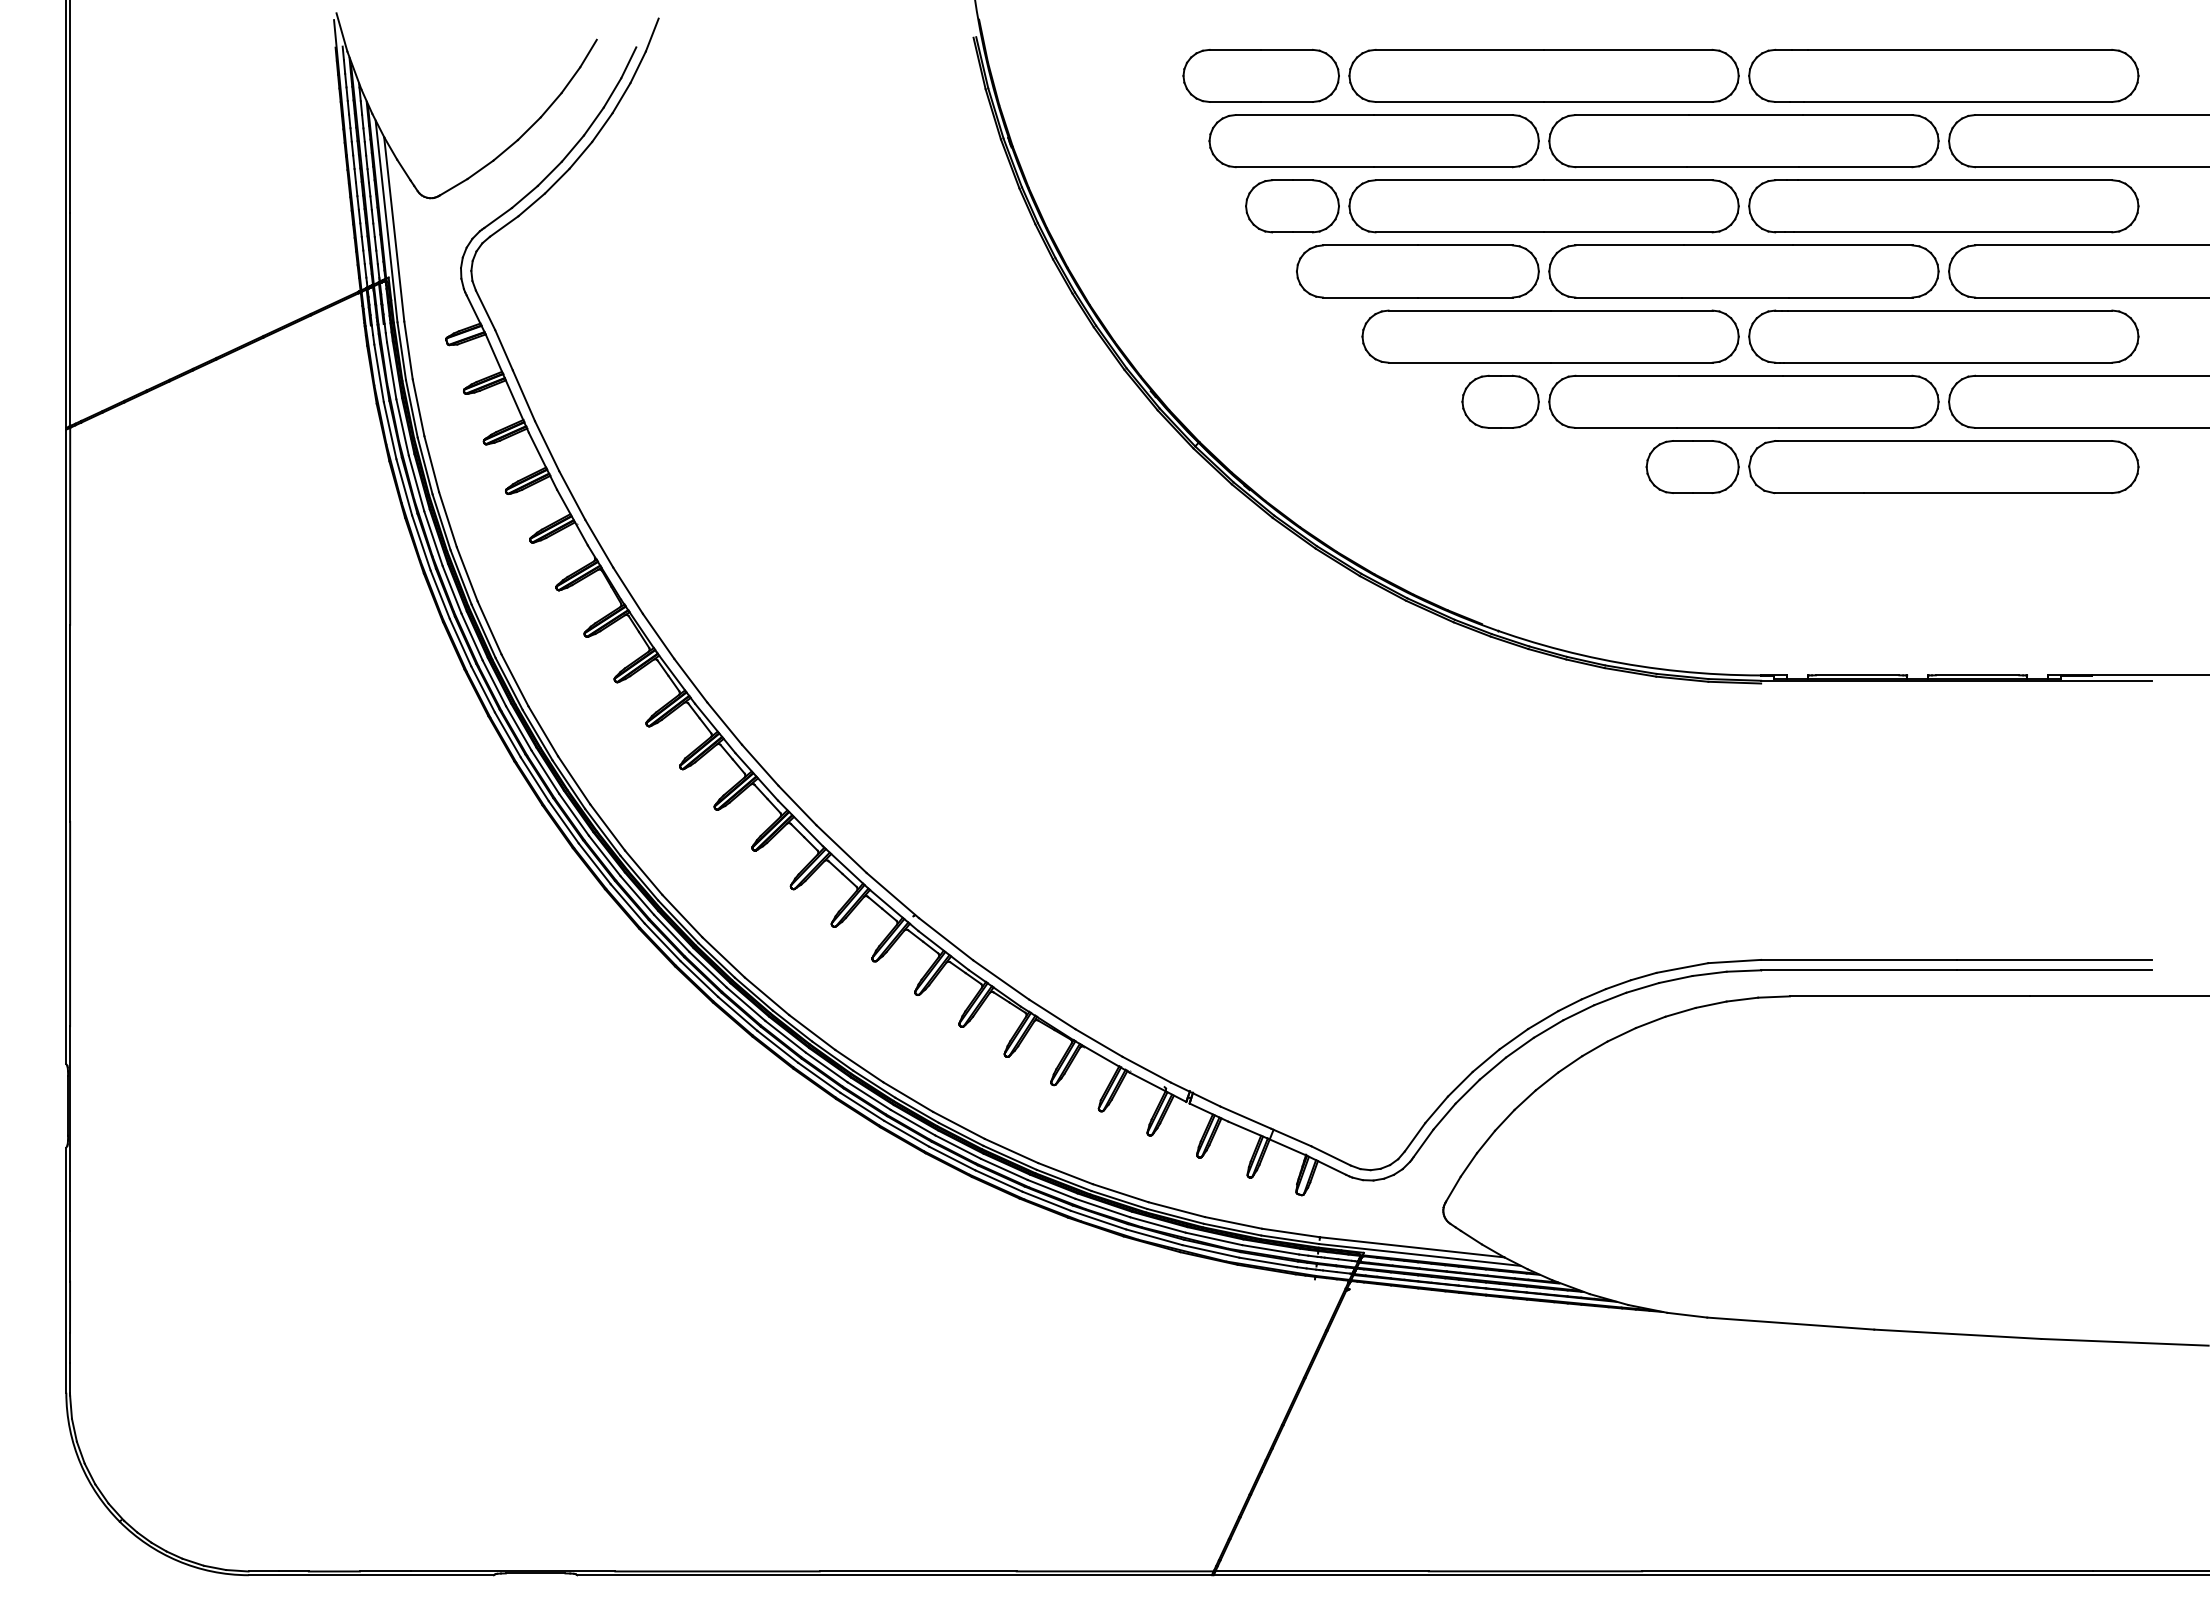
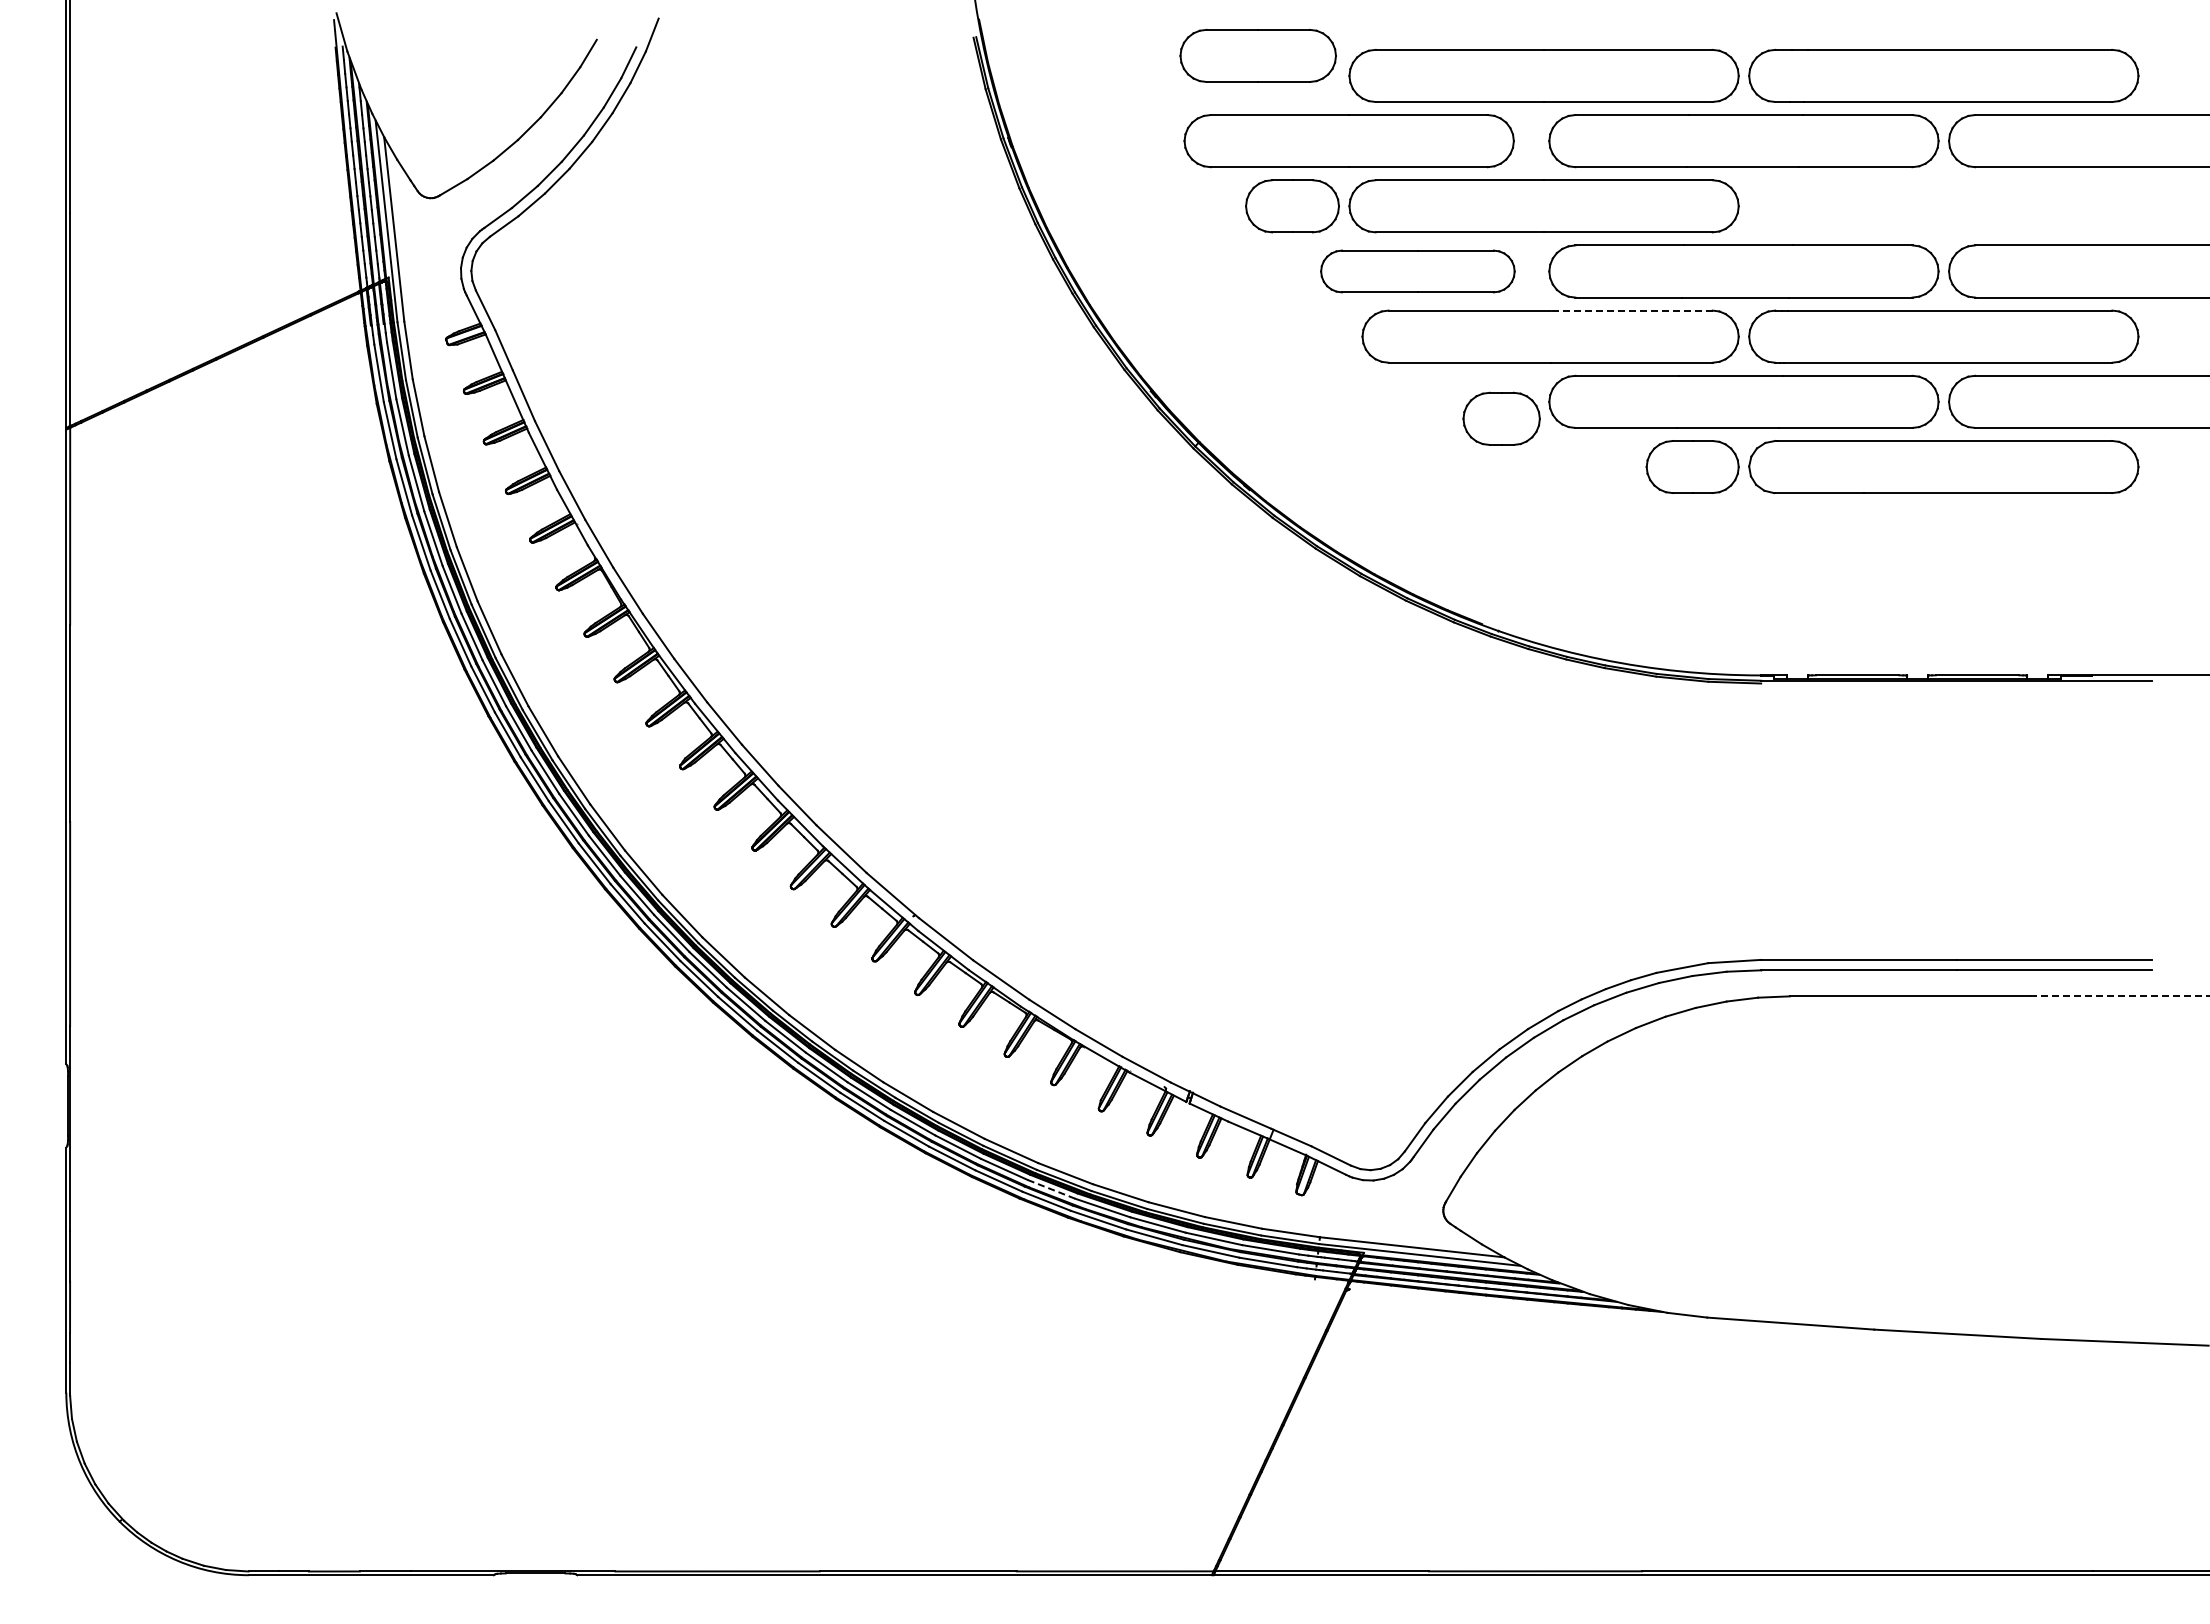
part at (1260, 75) position: (1260, 75) -> (1257, 55)
part at (1373, 141) position: (1373, 141) -> (1348, 141)
part at (1943, 206): present -> none
part at (1417, 271) size: 244x55 px -> 196x45 px
line at (1631, 310): solid -> dashed
part at (1500, 401) position: (1500, 401) -> (1501, 418)
line at (2119, 996): solid -> dashed
line at (1051, 1189): solid -> dashed
